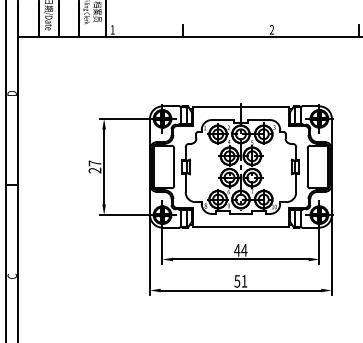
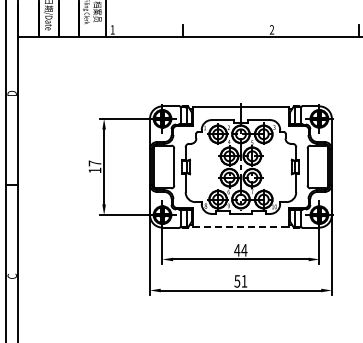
text at (94, 170): 27 -> 17
line at (241, 227): solid -> dashed
